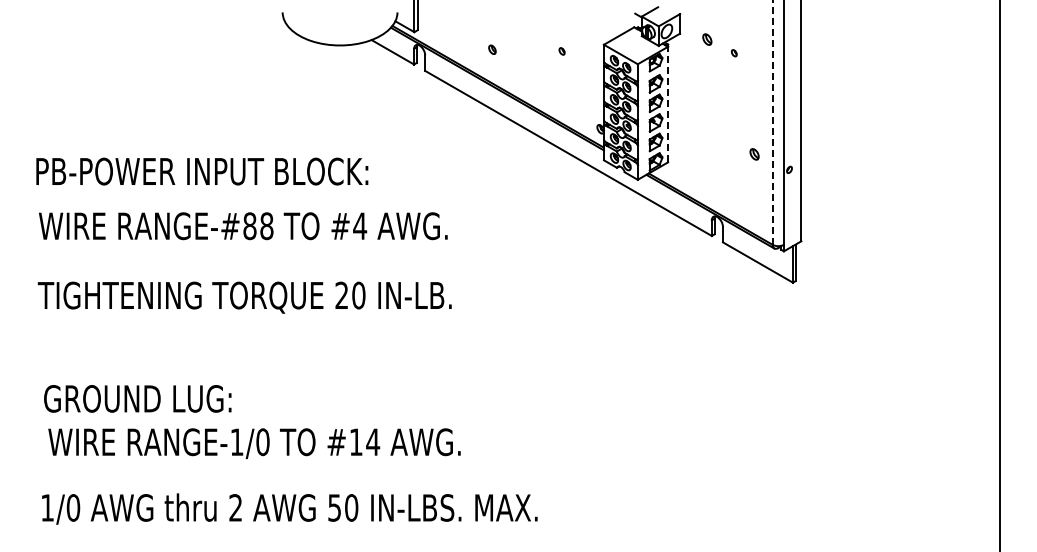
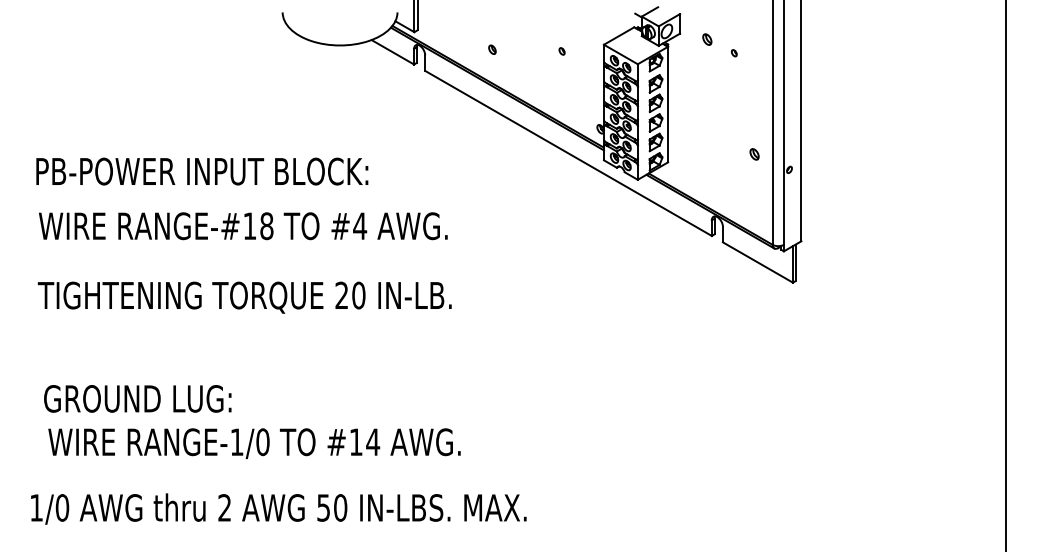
line at (668, 104): dashed -> solid
line at (772, 122): dashed -> solid
text at (249, 226): RANGE-#88 -> RANGE-#18
line at (999, 275) position: (999, 275) -> (1005, 275)
text at (289, 508) position: (289, 508) -> (278, 508)
